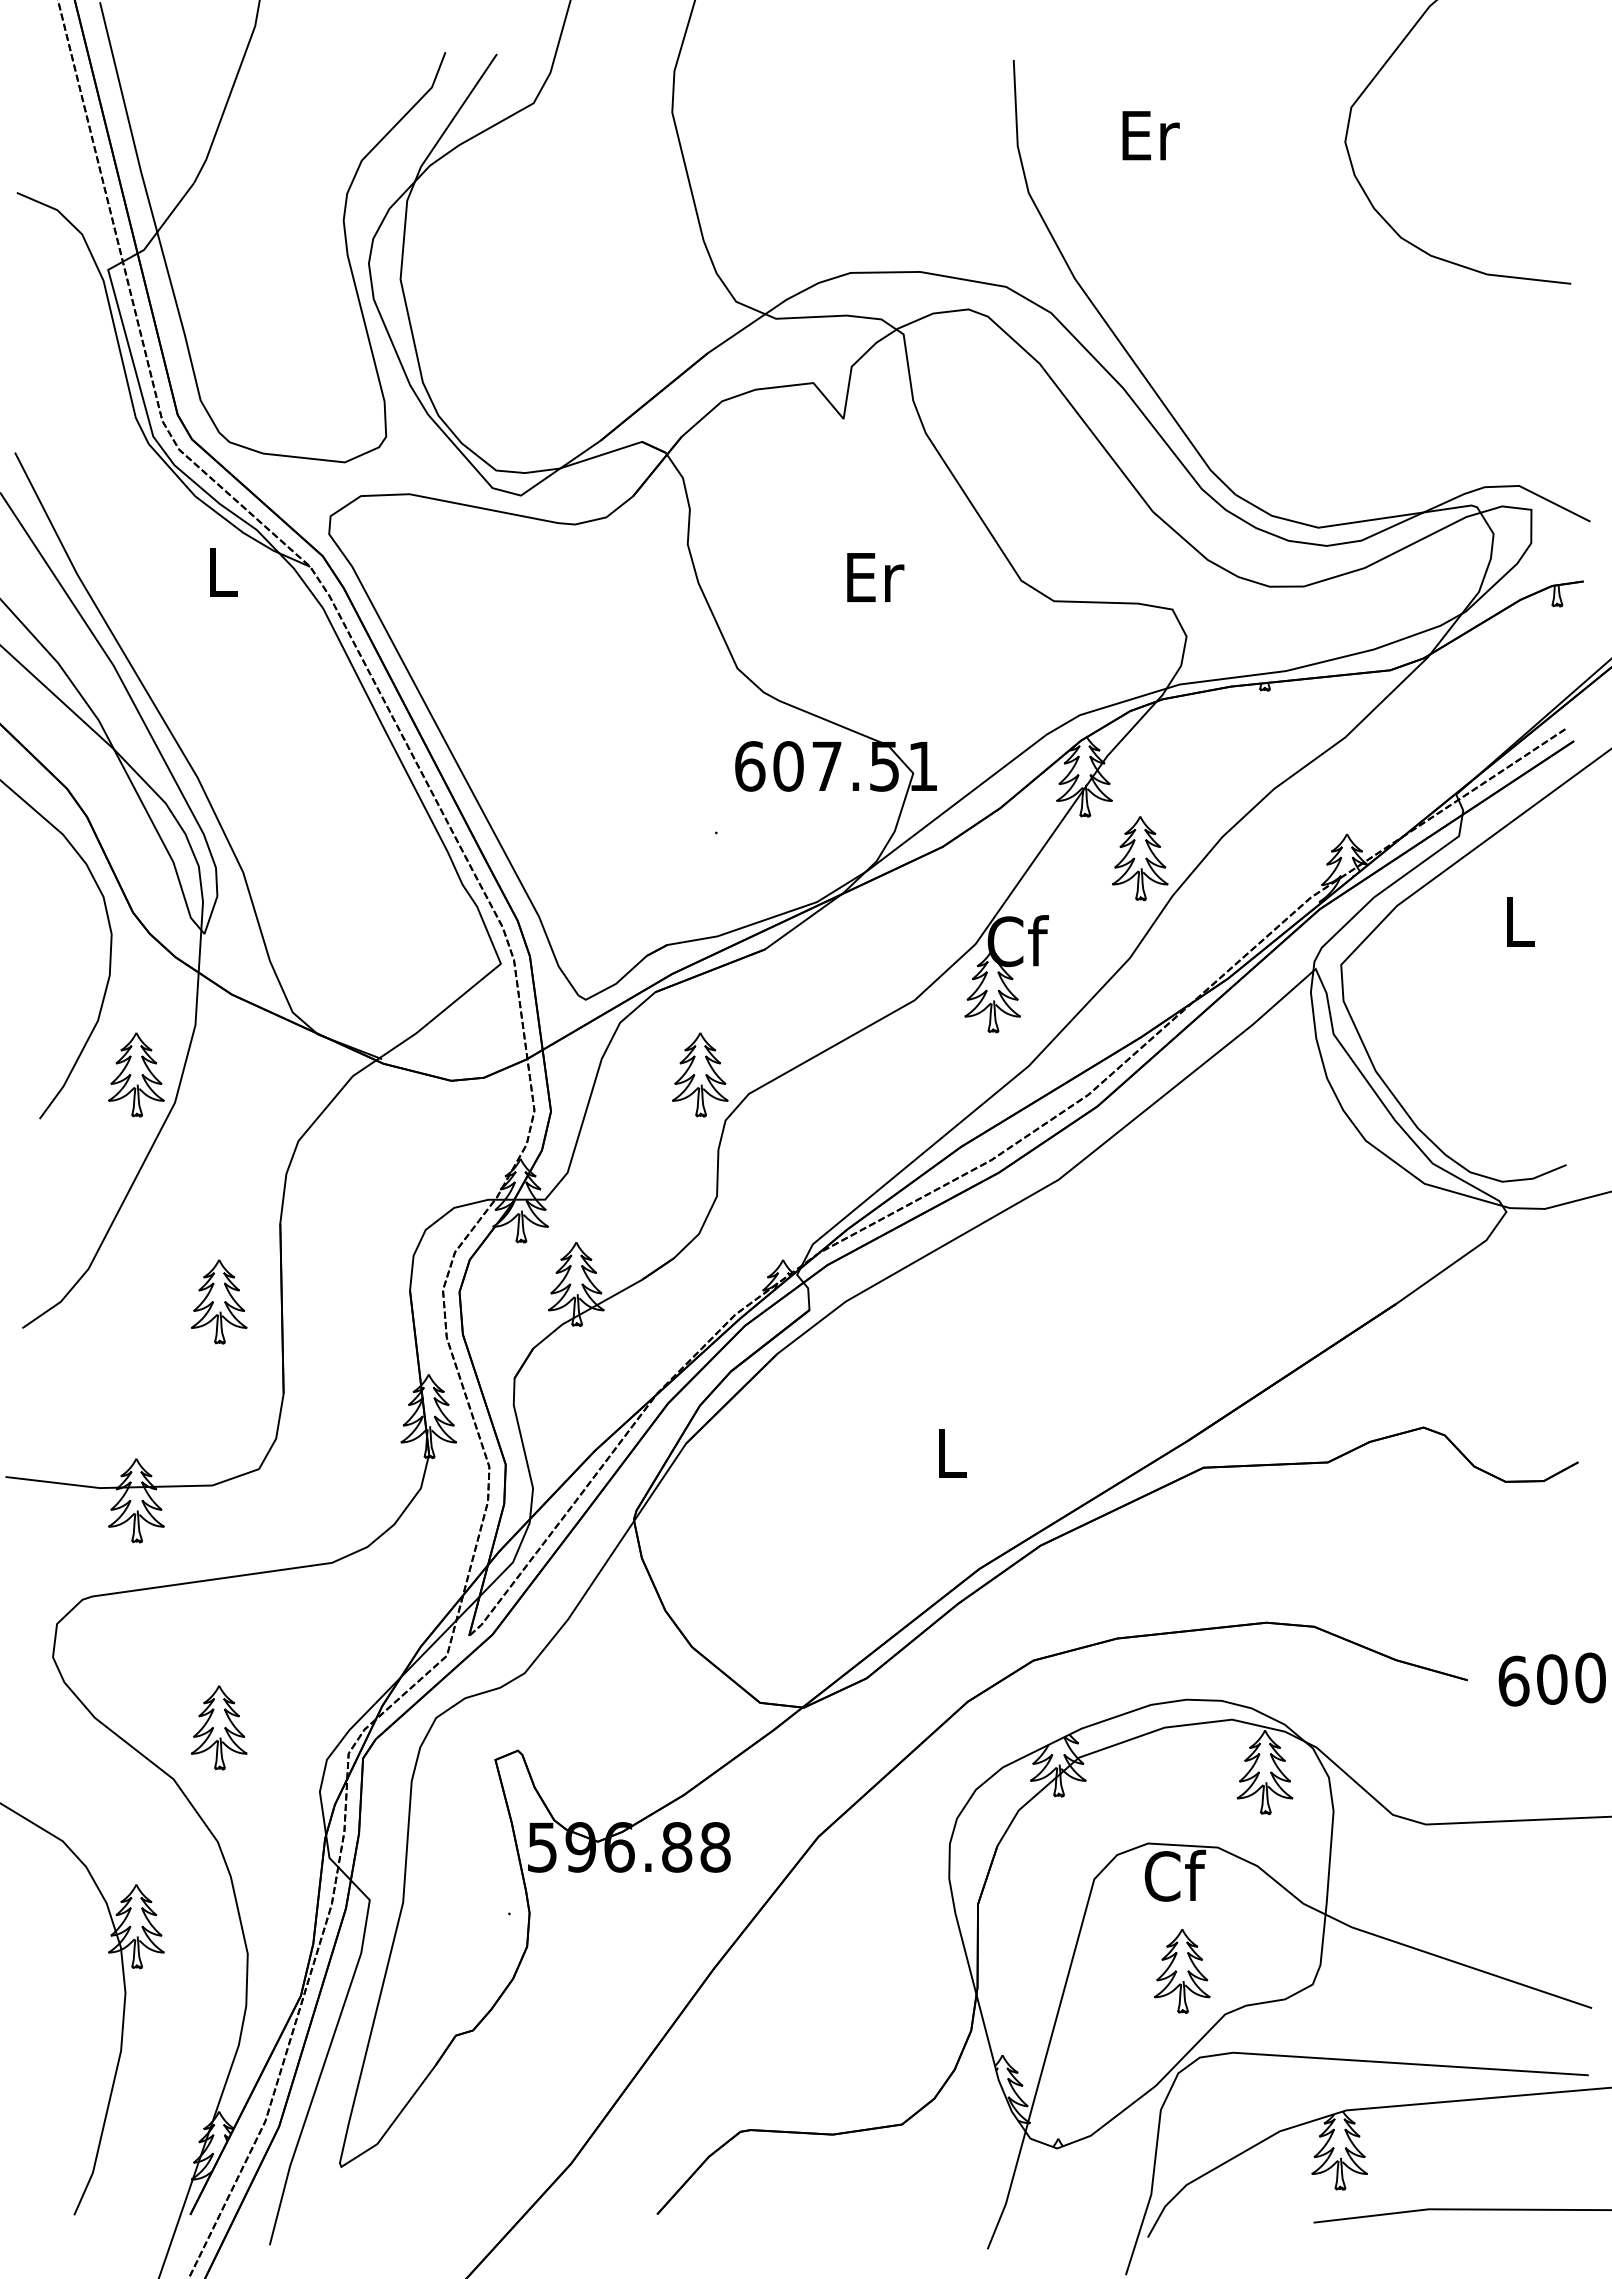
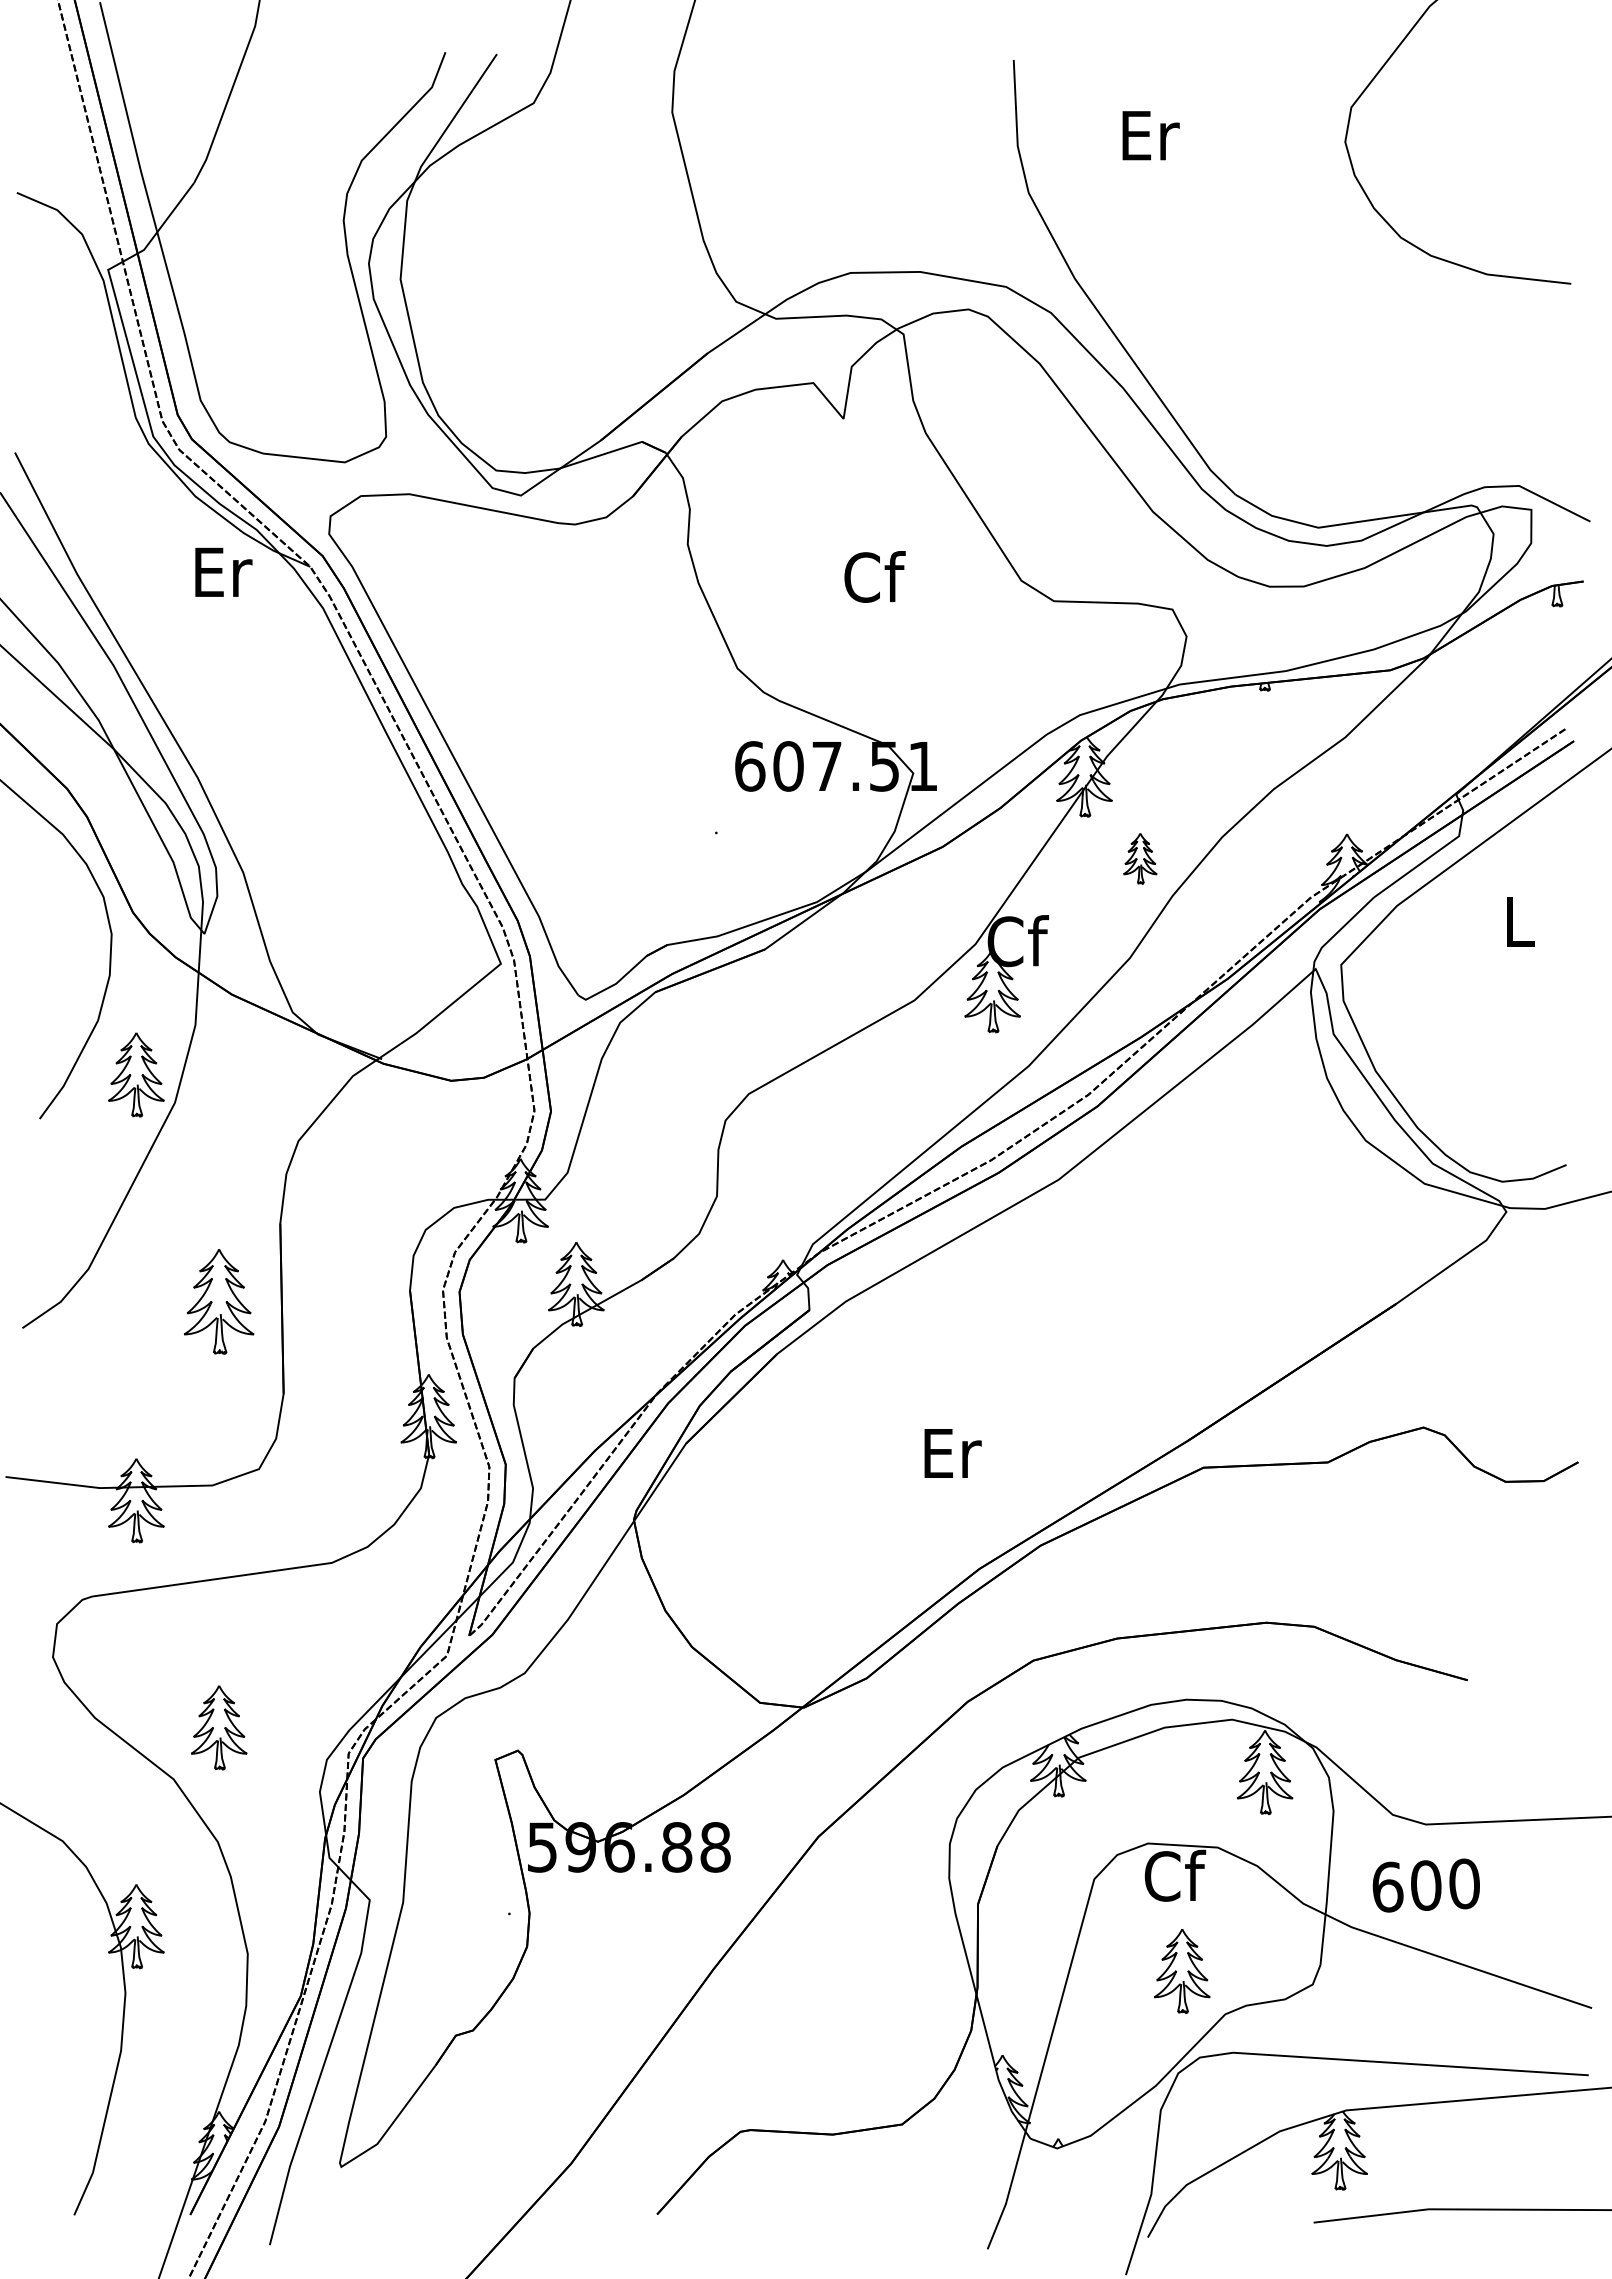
text at (223, 571): L -> Er
text at (874, 576): Er -> Cf
part at (1140, 858) size: 57x86 px -> 35x52 px
part at (700, 1074): present -> none
part at (219, 1301) size: 57x86 px -> 71x106 px
text at (952, 1453): L -> Er
text at (1551, 1679) position: (1551, 1679) -> (1425, 1885)
